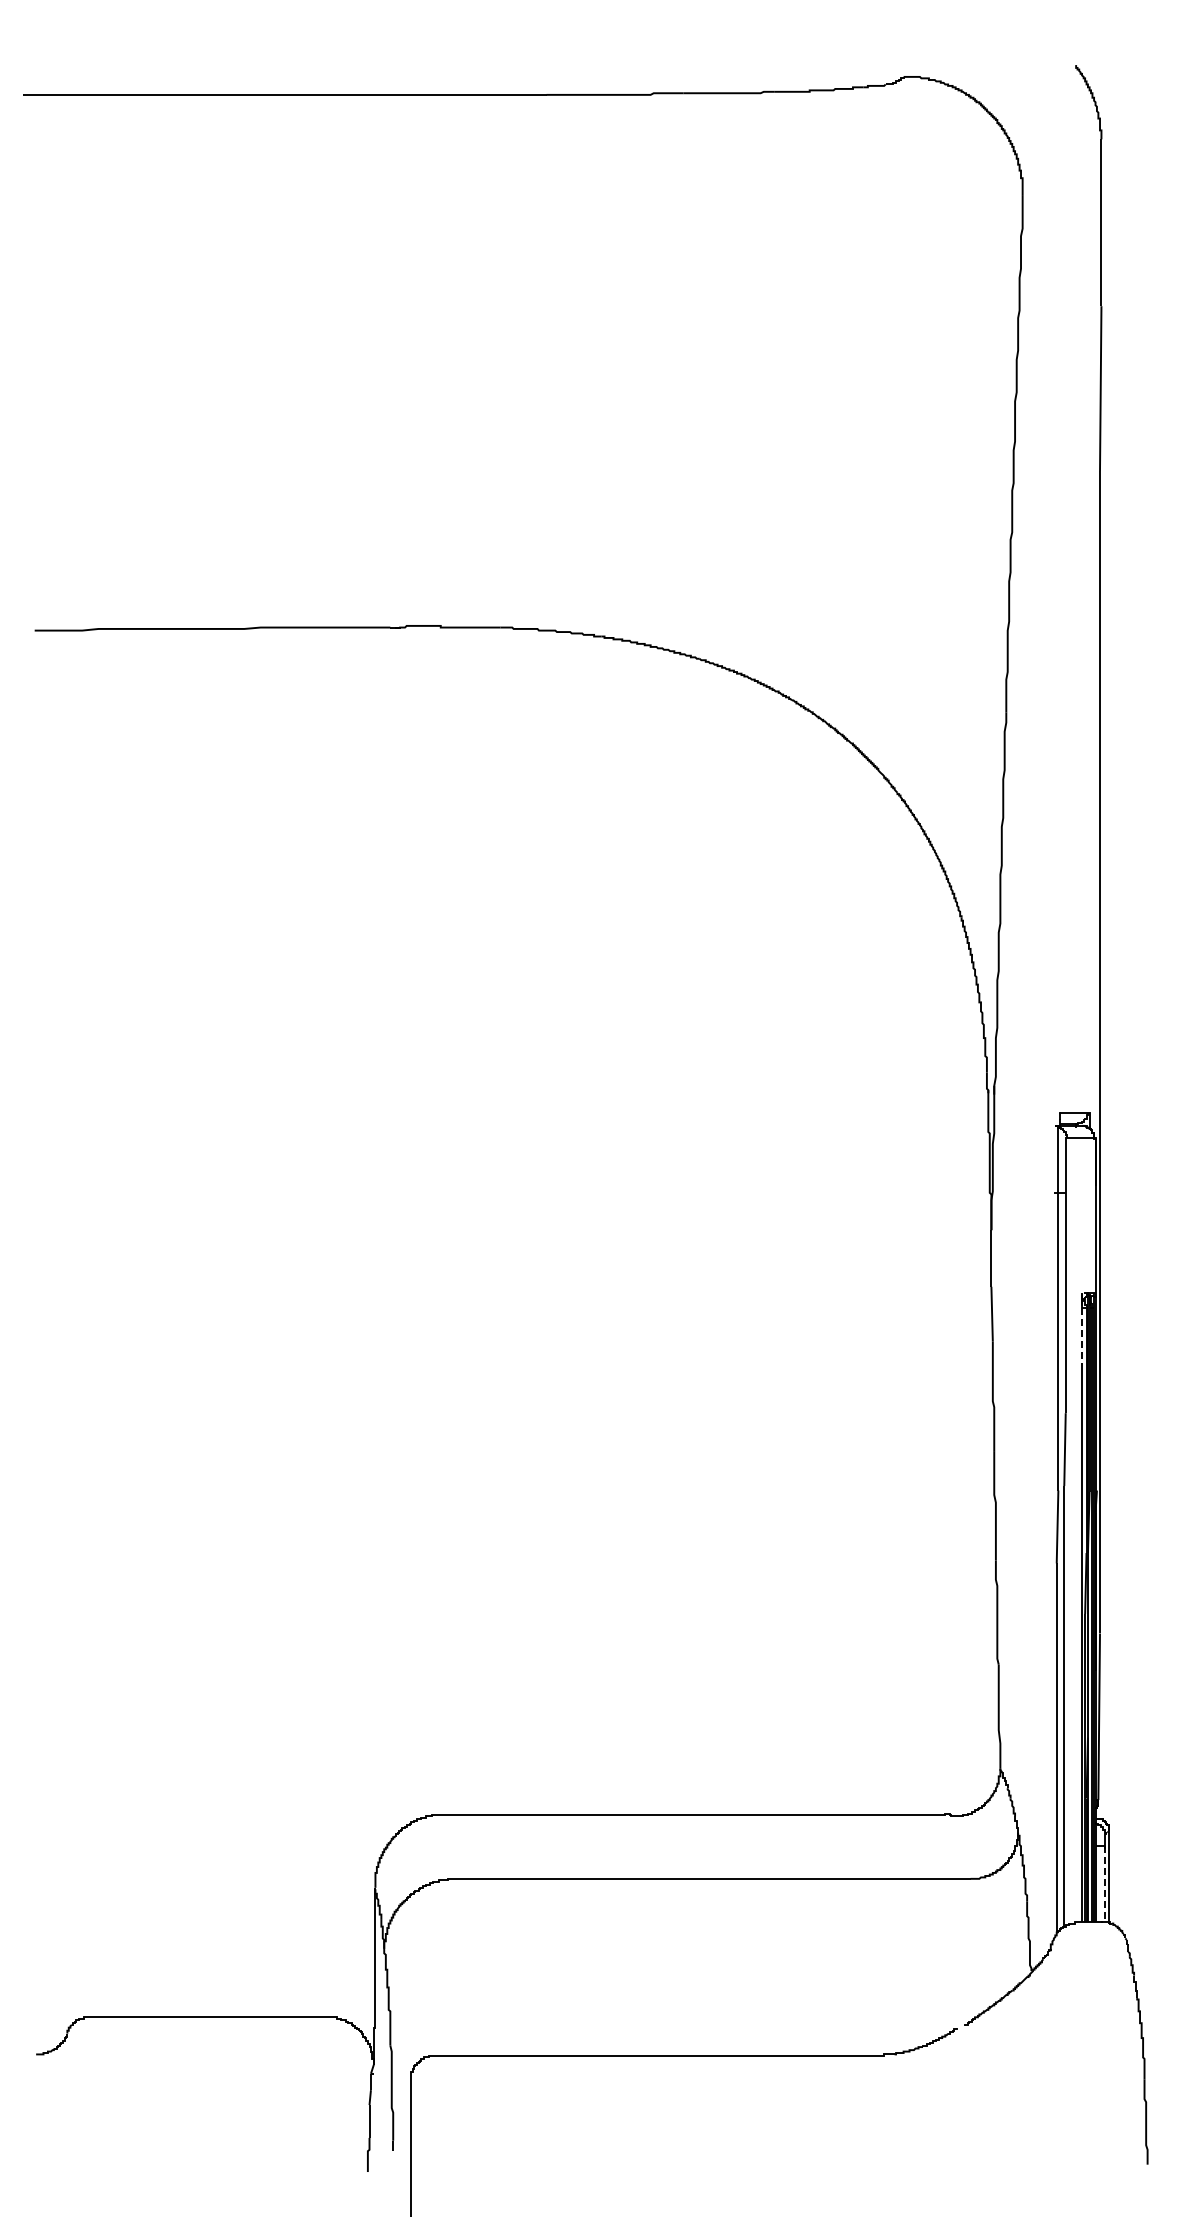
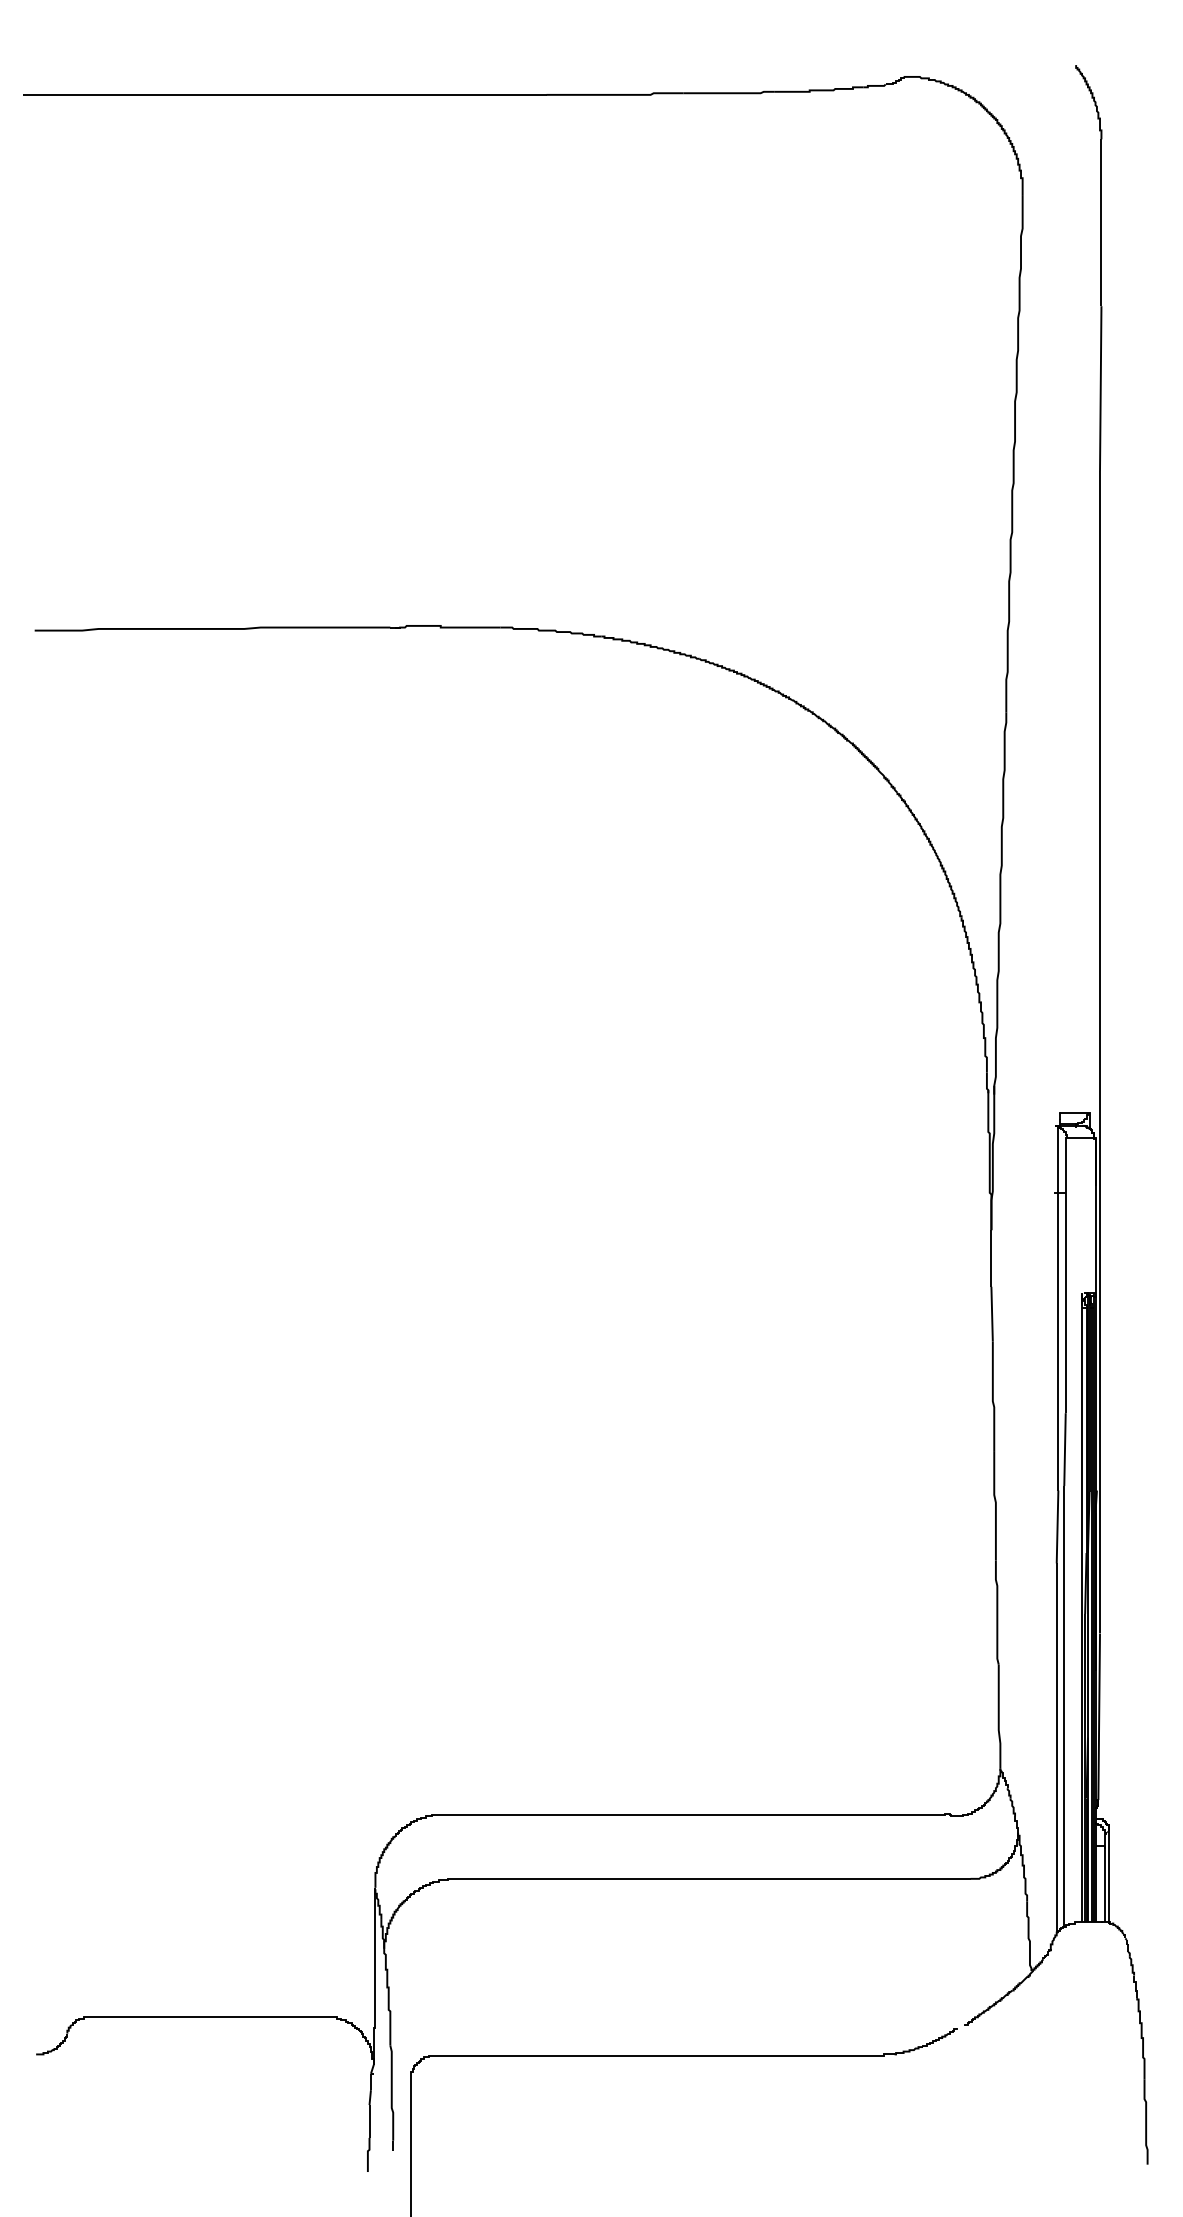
line at (1082, 1338): dashed -> solid
line at (1104, 1884): dashed -> solid
